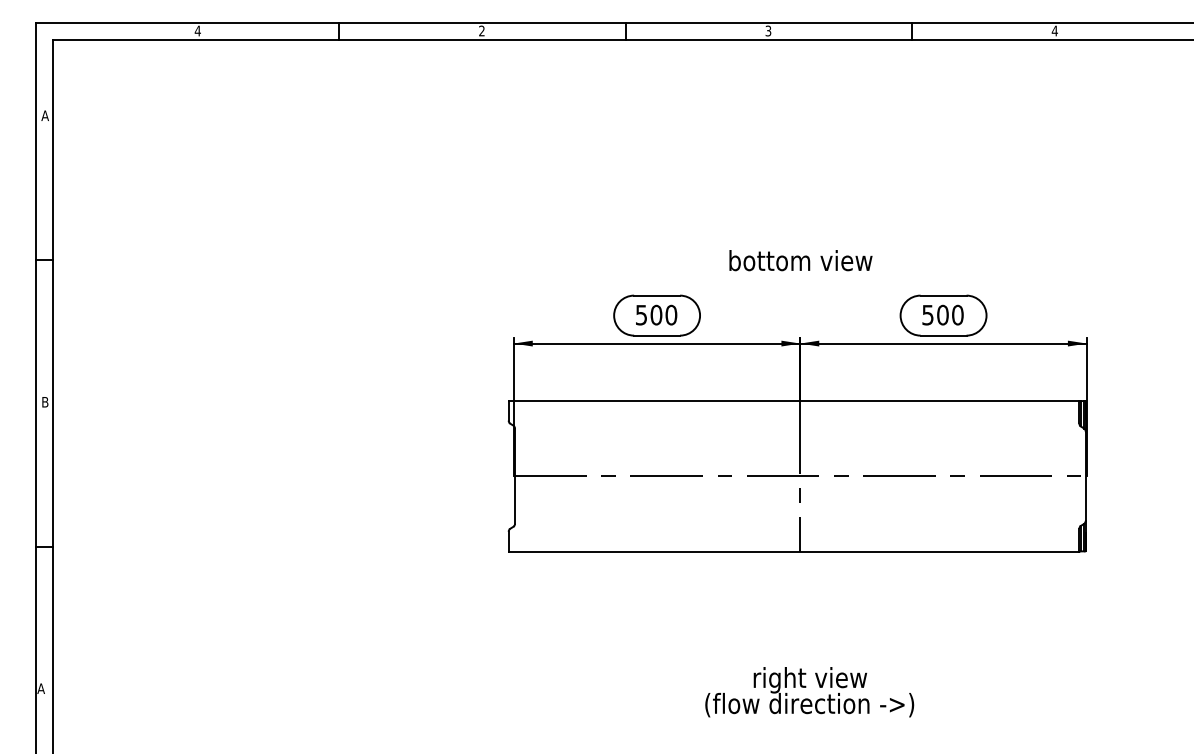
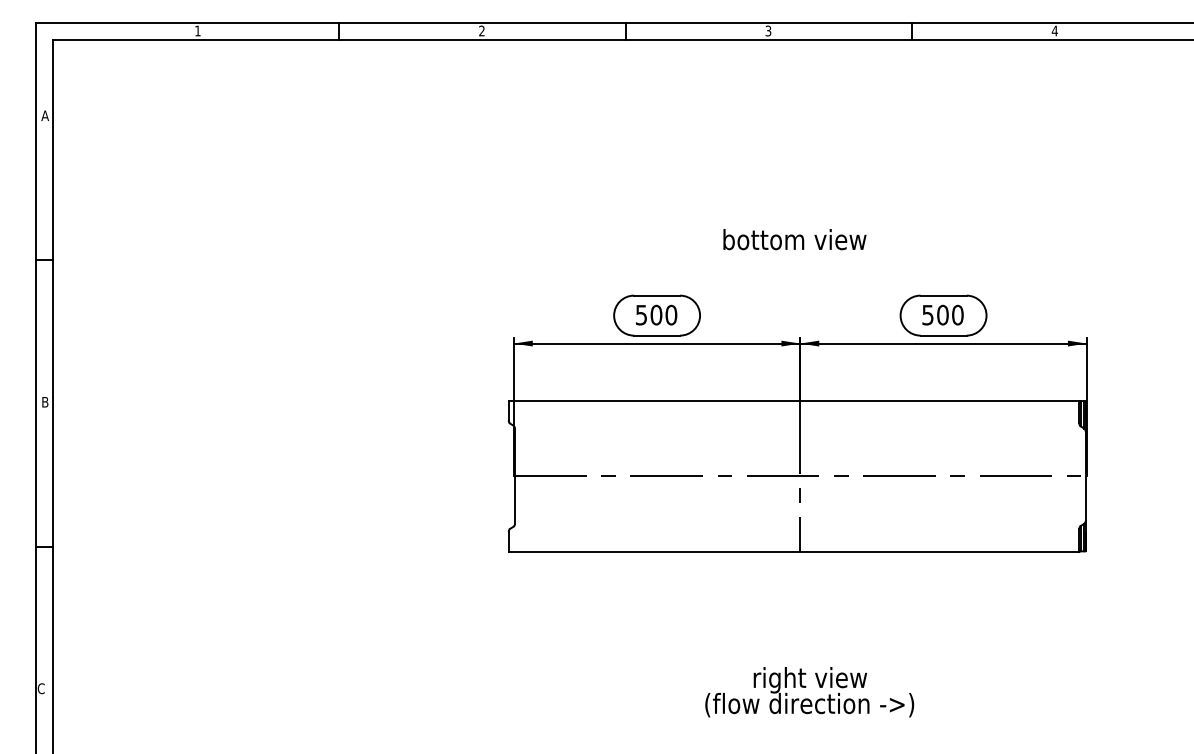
text at (197, 30): 4 -> 1
text at (800, 260) position: (800, 260) -> (794, 239)
text at (40, 688): A -> C
